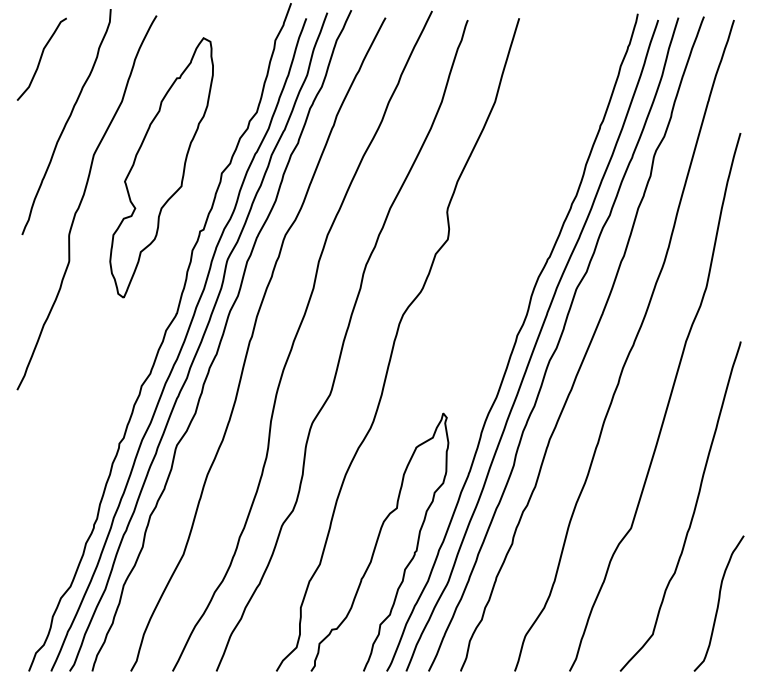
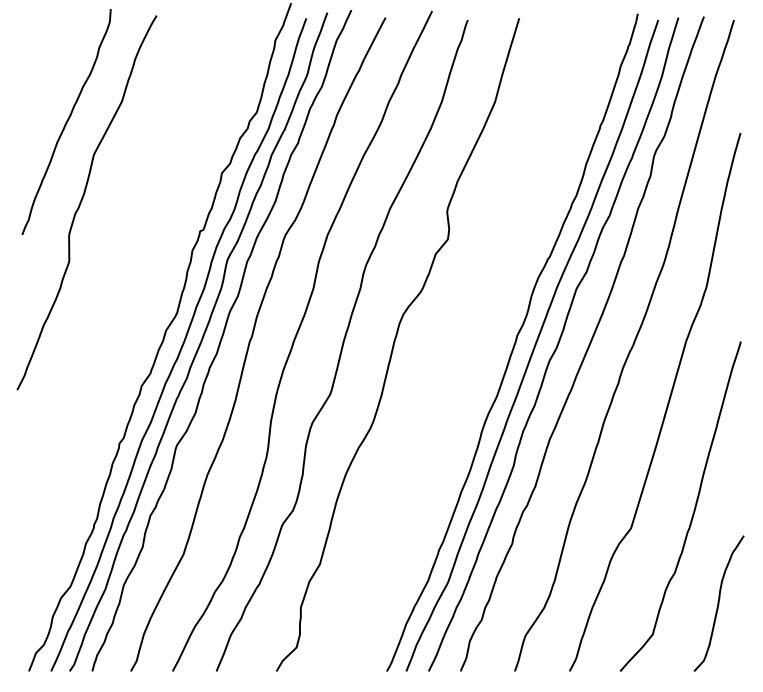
curve at (41, 58): present -> none
part at (161, 167): present -> none
curve at (378, 540): present -> none
